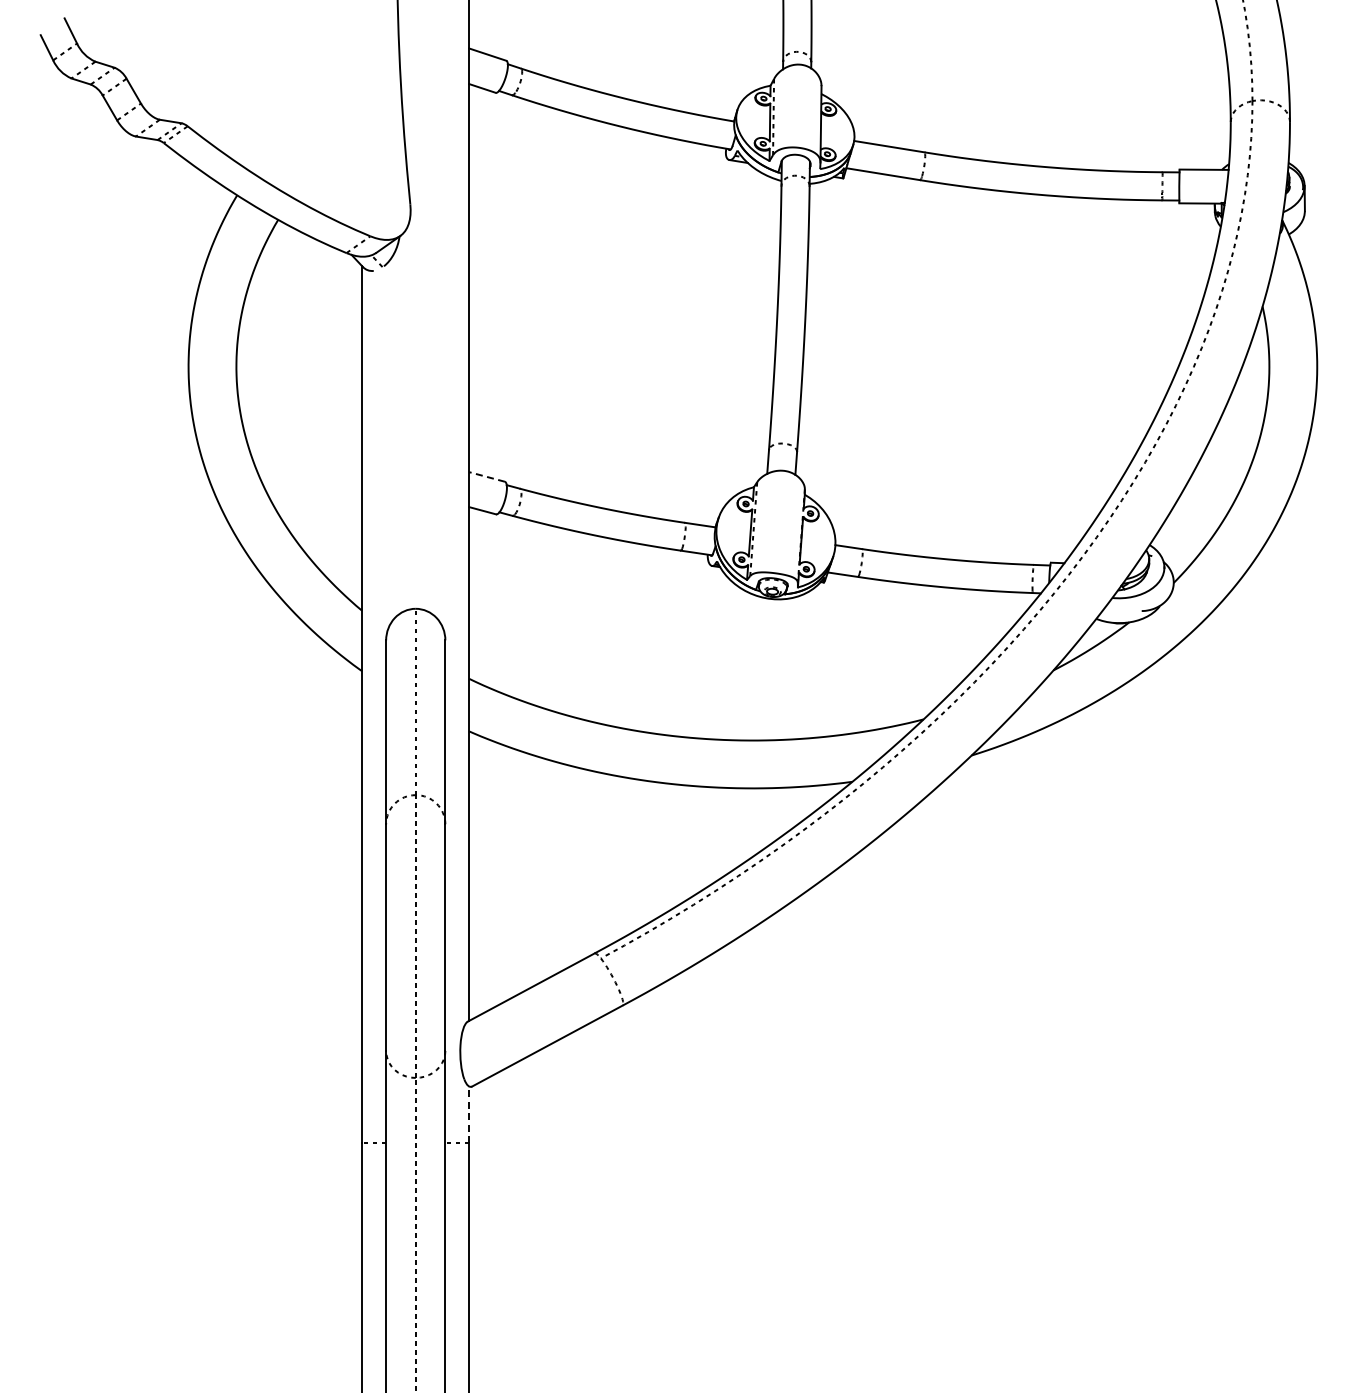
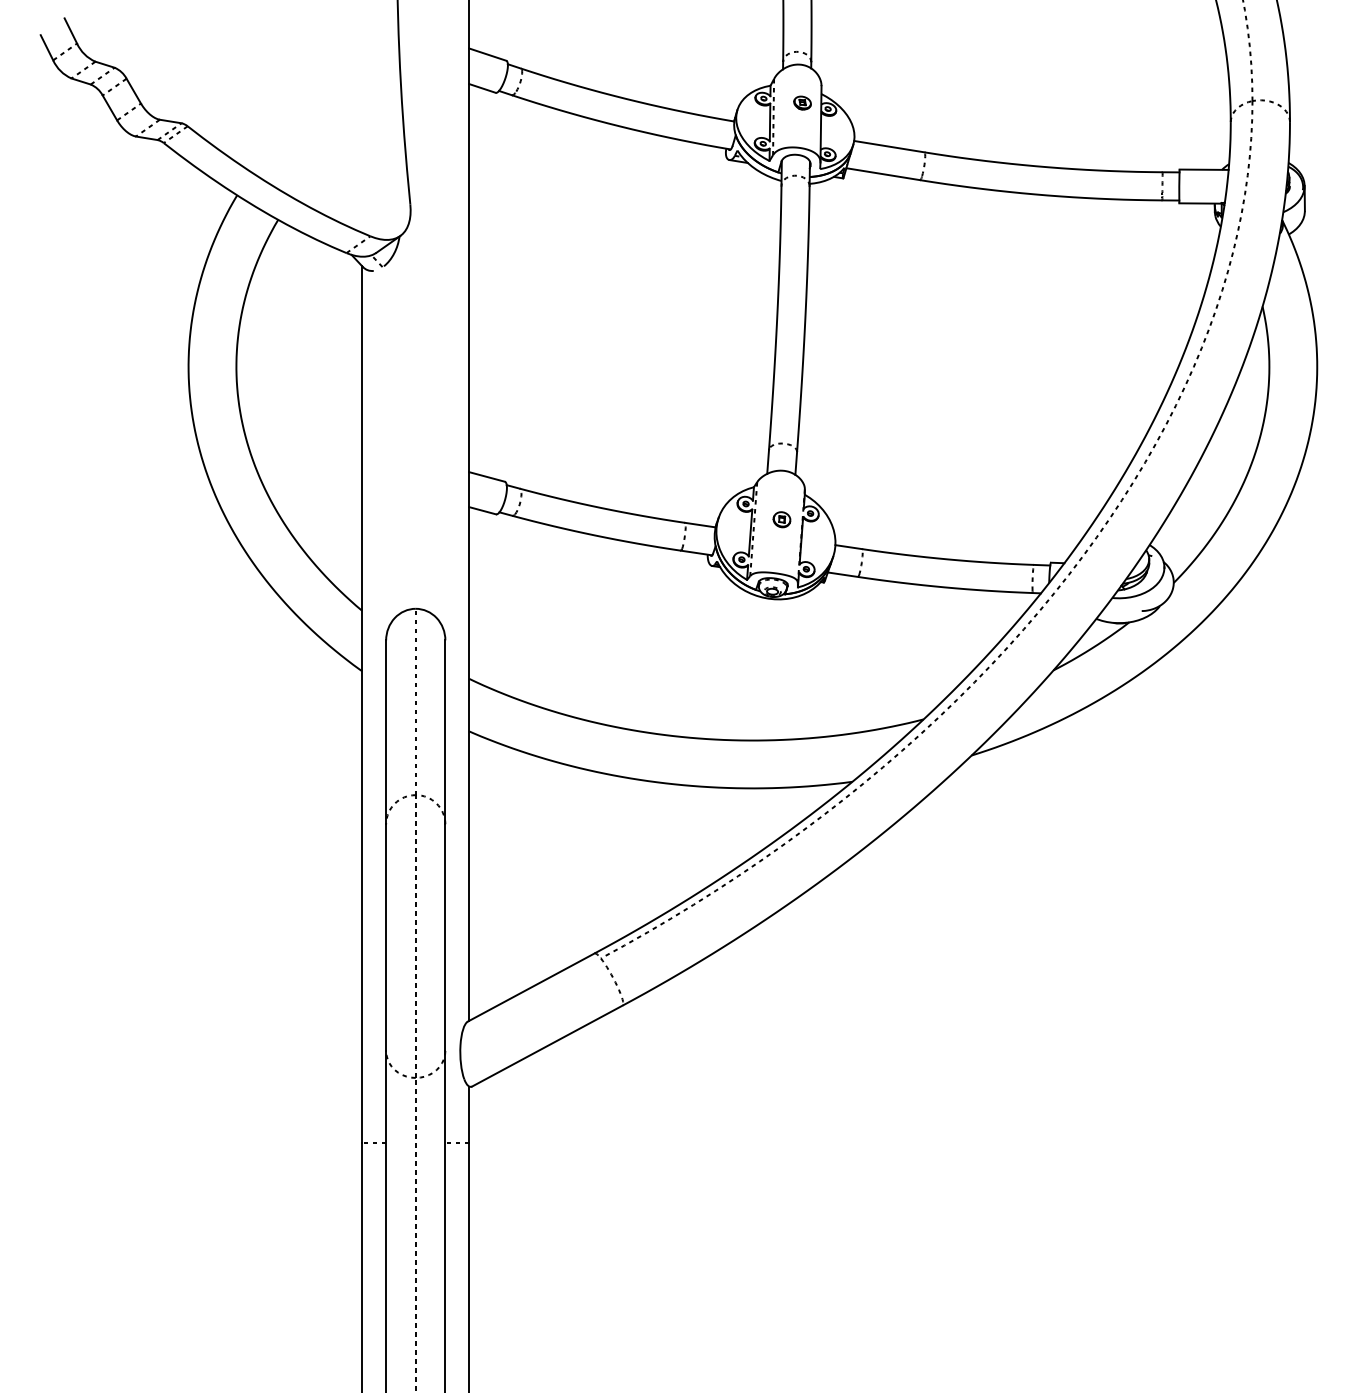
part at (802, 102): none -> present
line at (486, 476): dashed -> solid
part at (781, 519): none -> present
line at (469, 1114): dashed -> solid
